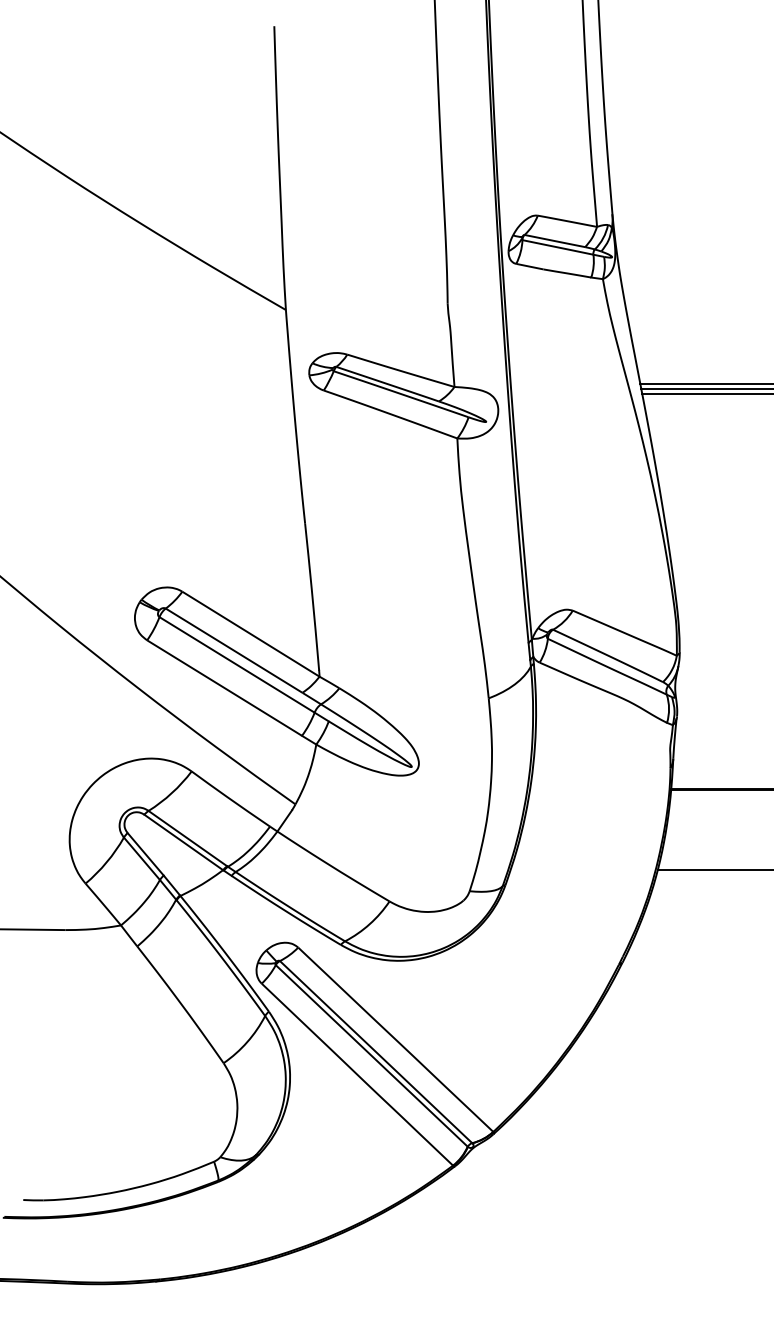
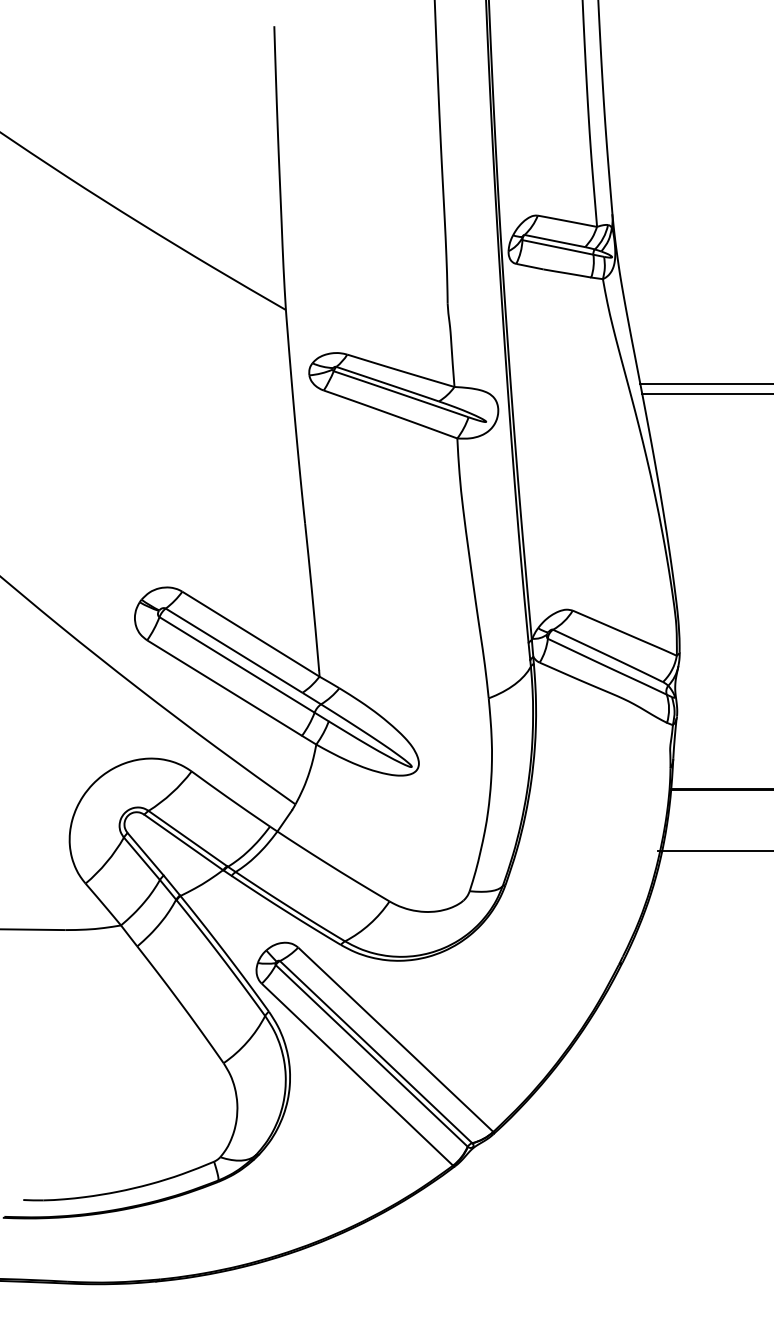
line at (705, 388): present -> none
line at (713, 869) position: (713, 869) -> (713, 850)
